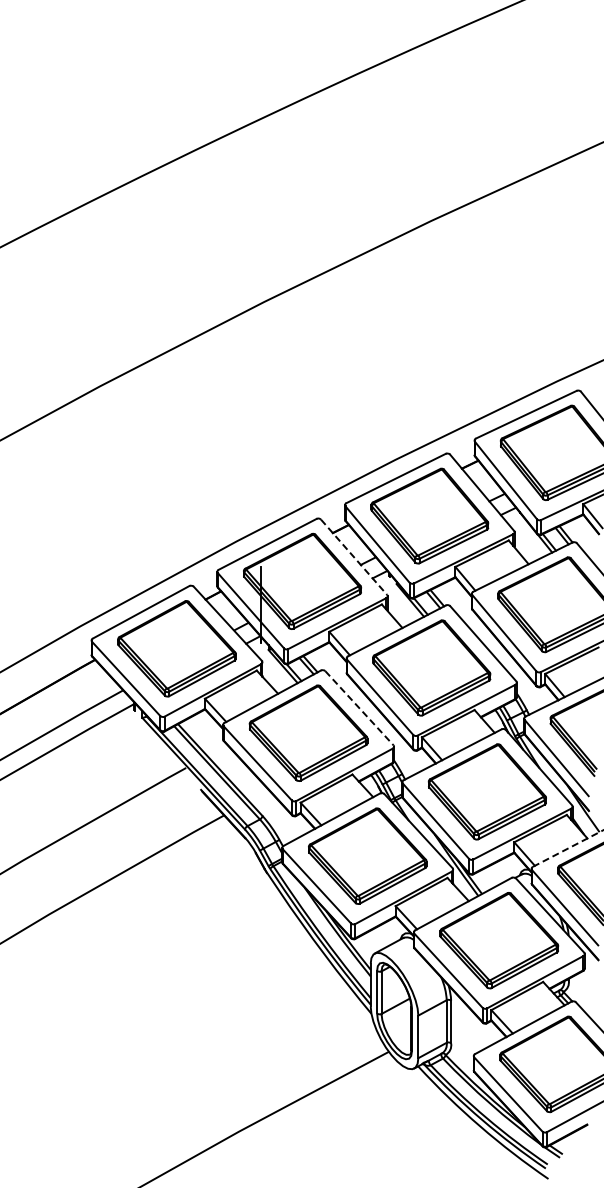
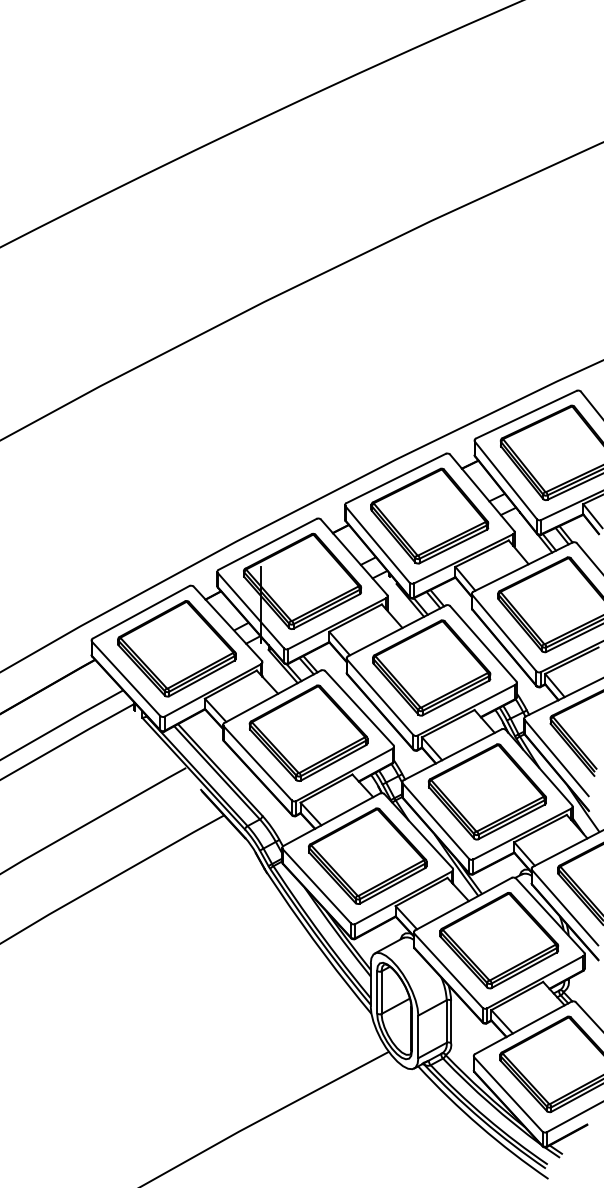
line at (354, 557): dashed -> solid
line at (359, 708): dashed -> solid
line at (568, 848): dashed -> solid
